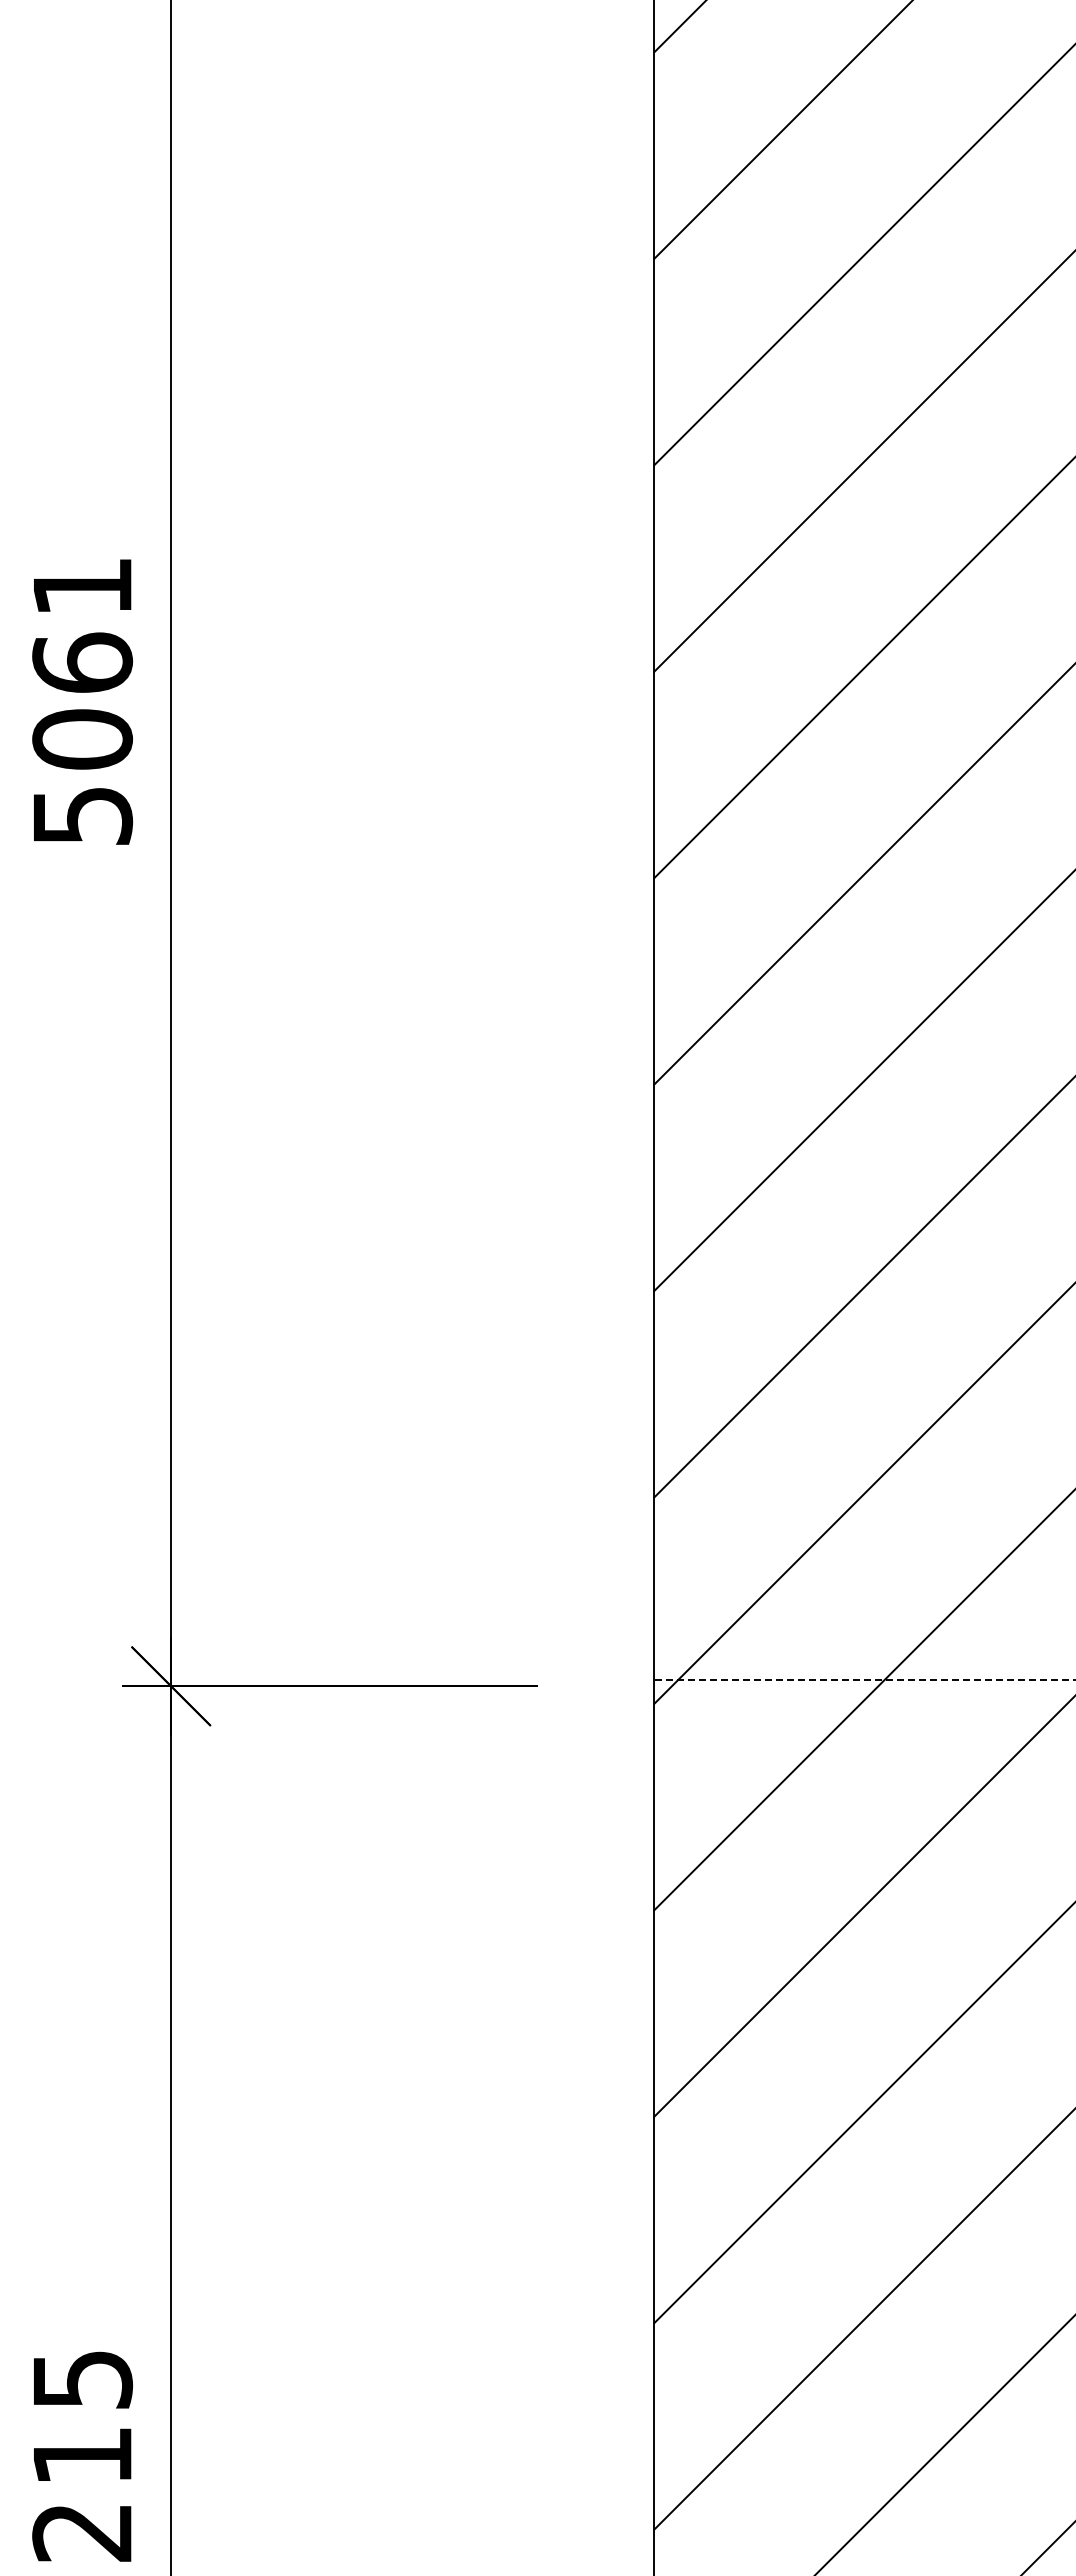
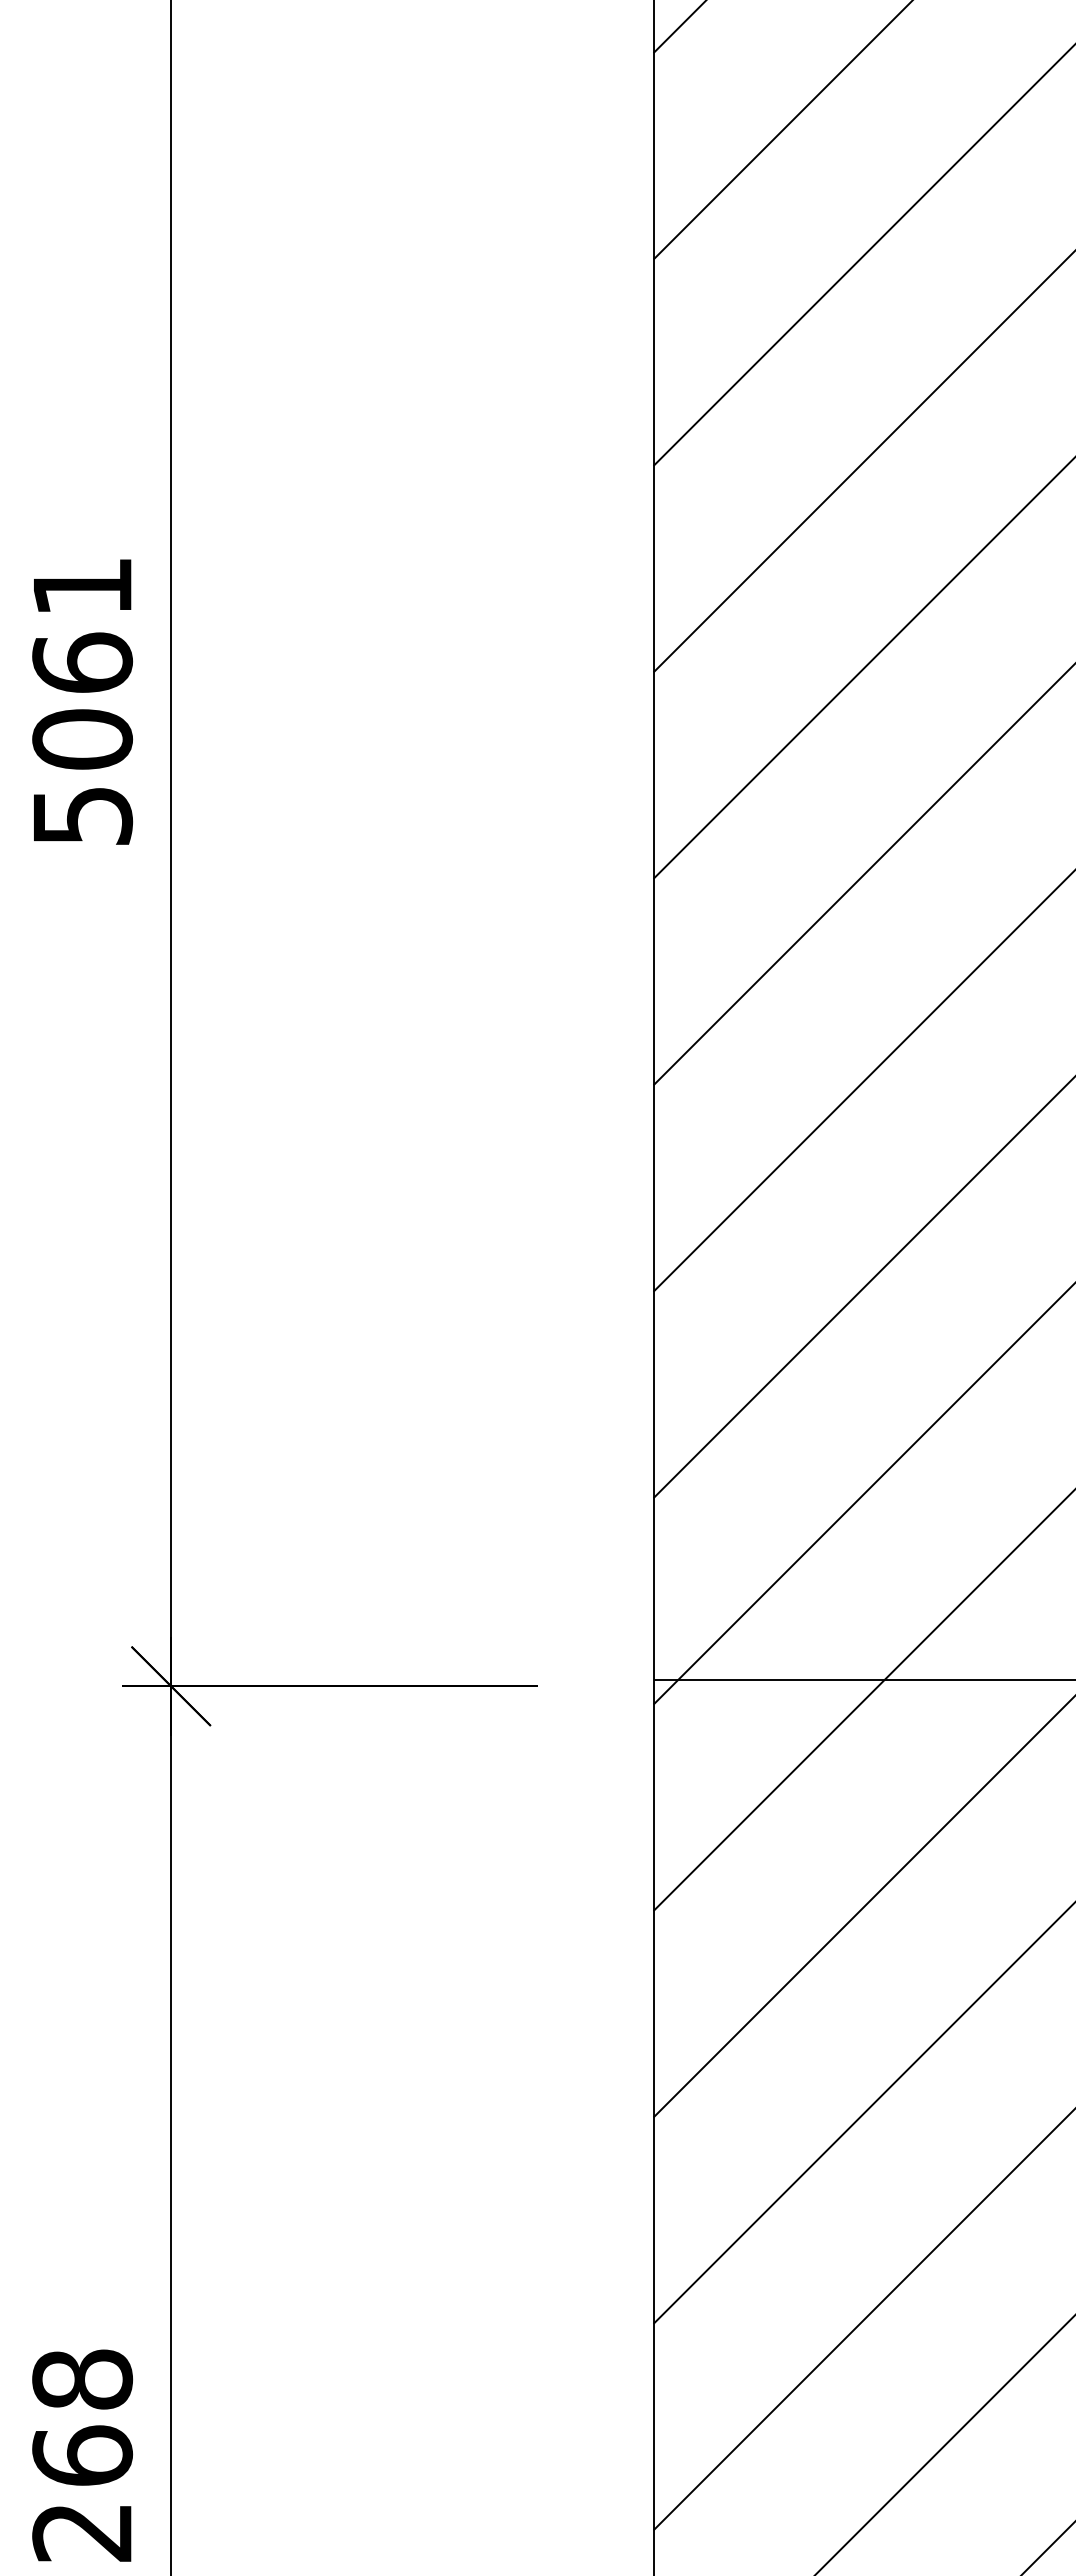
line at (864, 1679): dashed -> solid
text at (82, 2417): 215 -> 268
